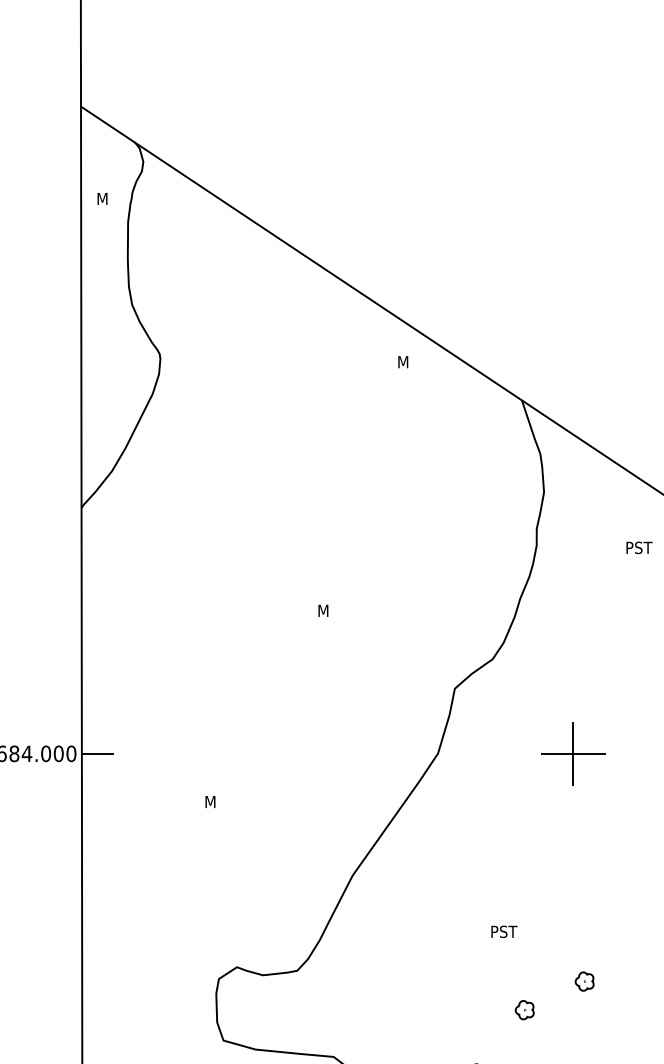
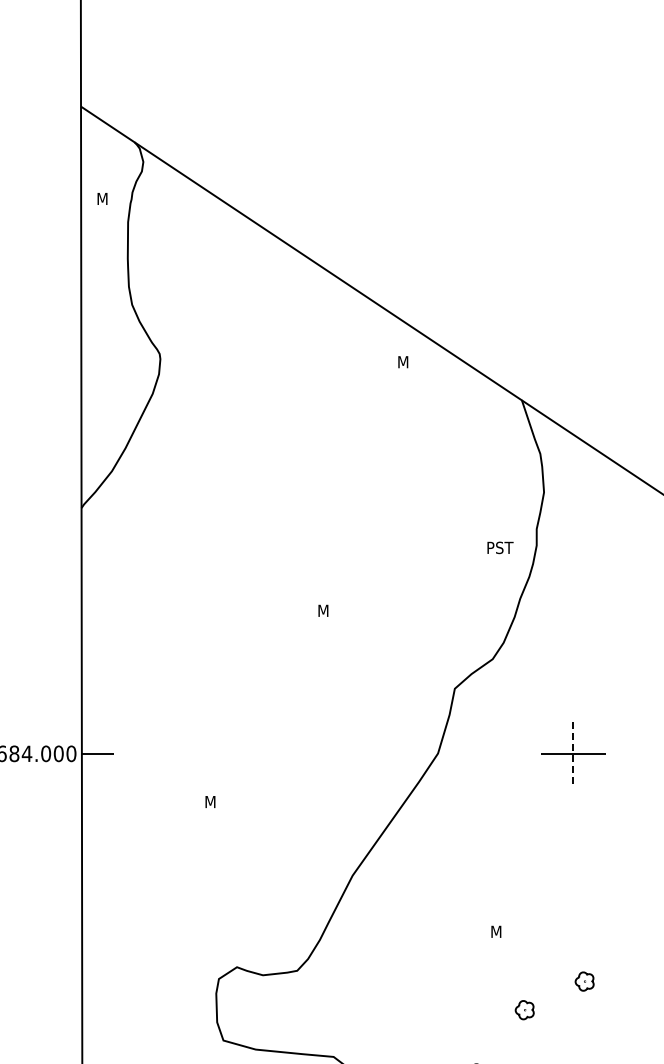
text at (639, 547) position: (639, 547) -> (500, 547)
line at (573, 754): solid -> dashed
text at (504, 931): PST -> M
